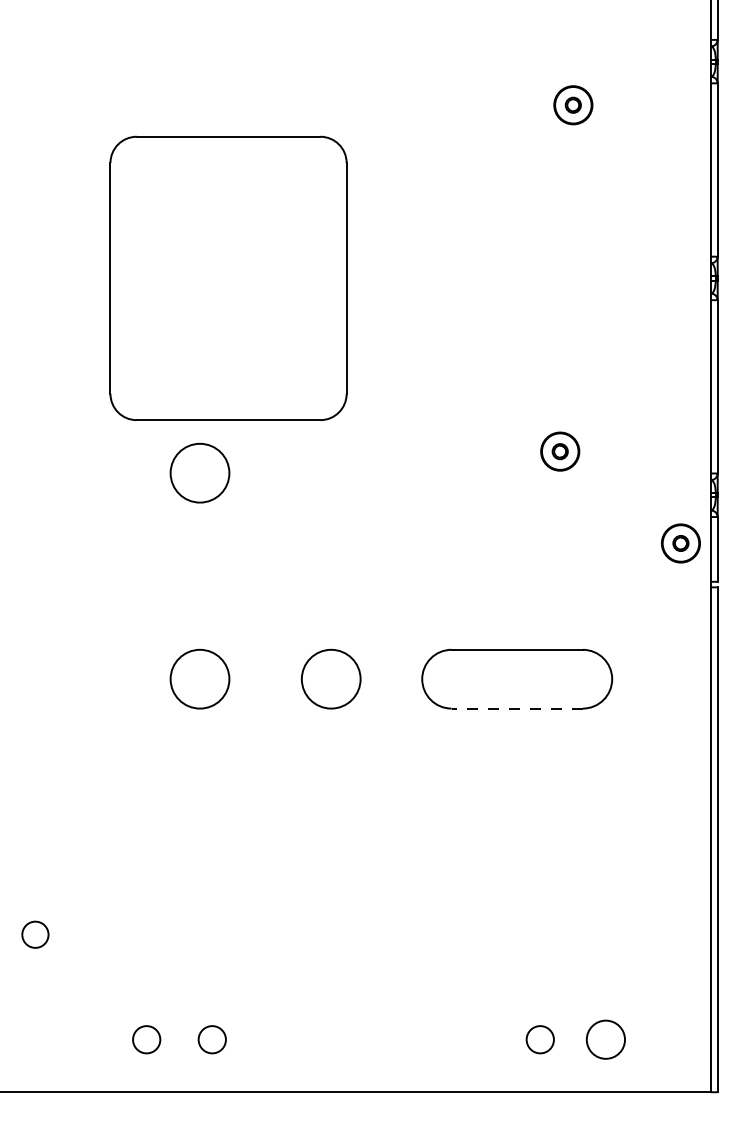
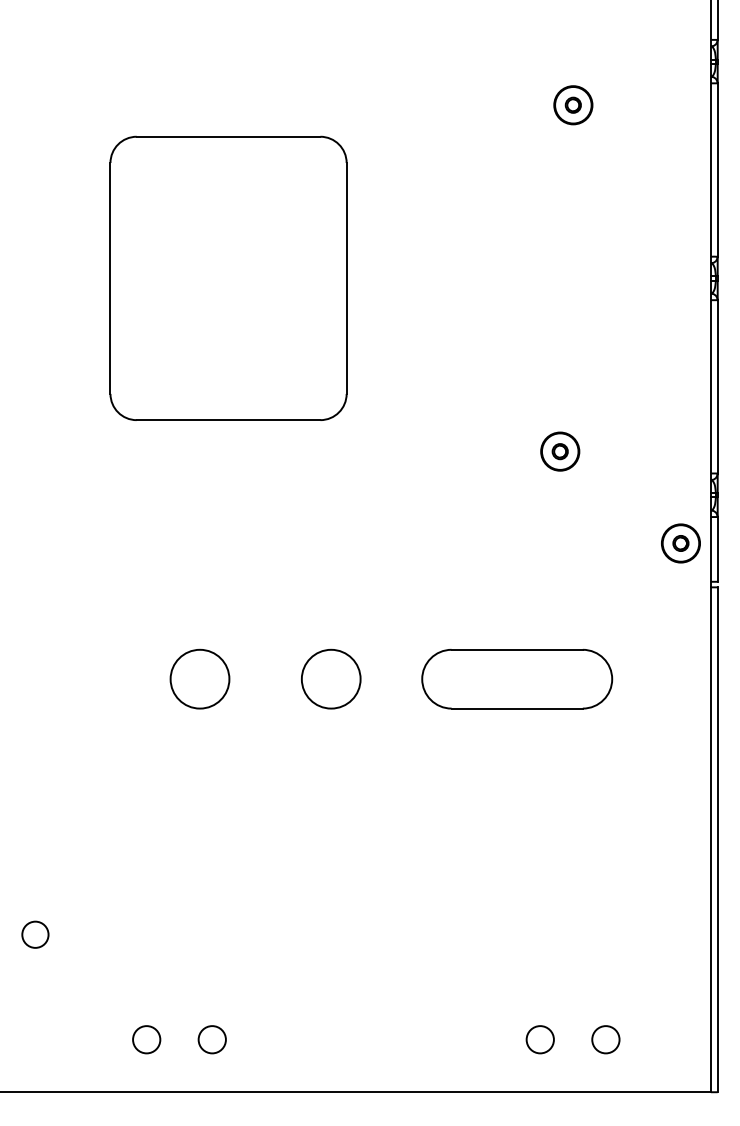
circle at (199, 472): present -> none
line at (517, 708): dashed -> solid
circle at (605, 1039) diameter: 38 px -> 27 px
